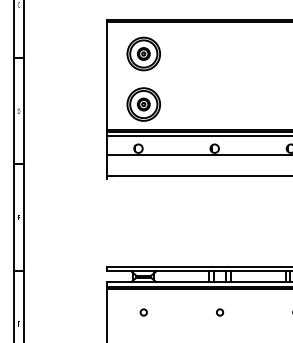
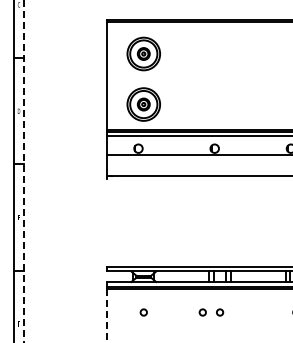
line at (24, 171): solid -> dashed
circle at (202, 312): none -> present
line at (107, 315): solid -> dashed
